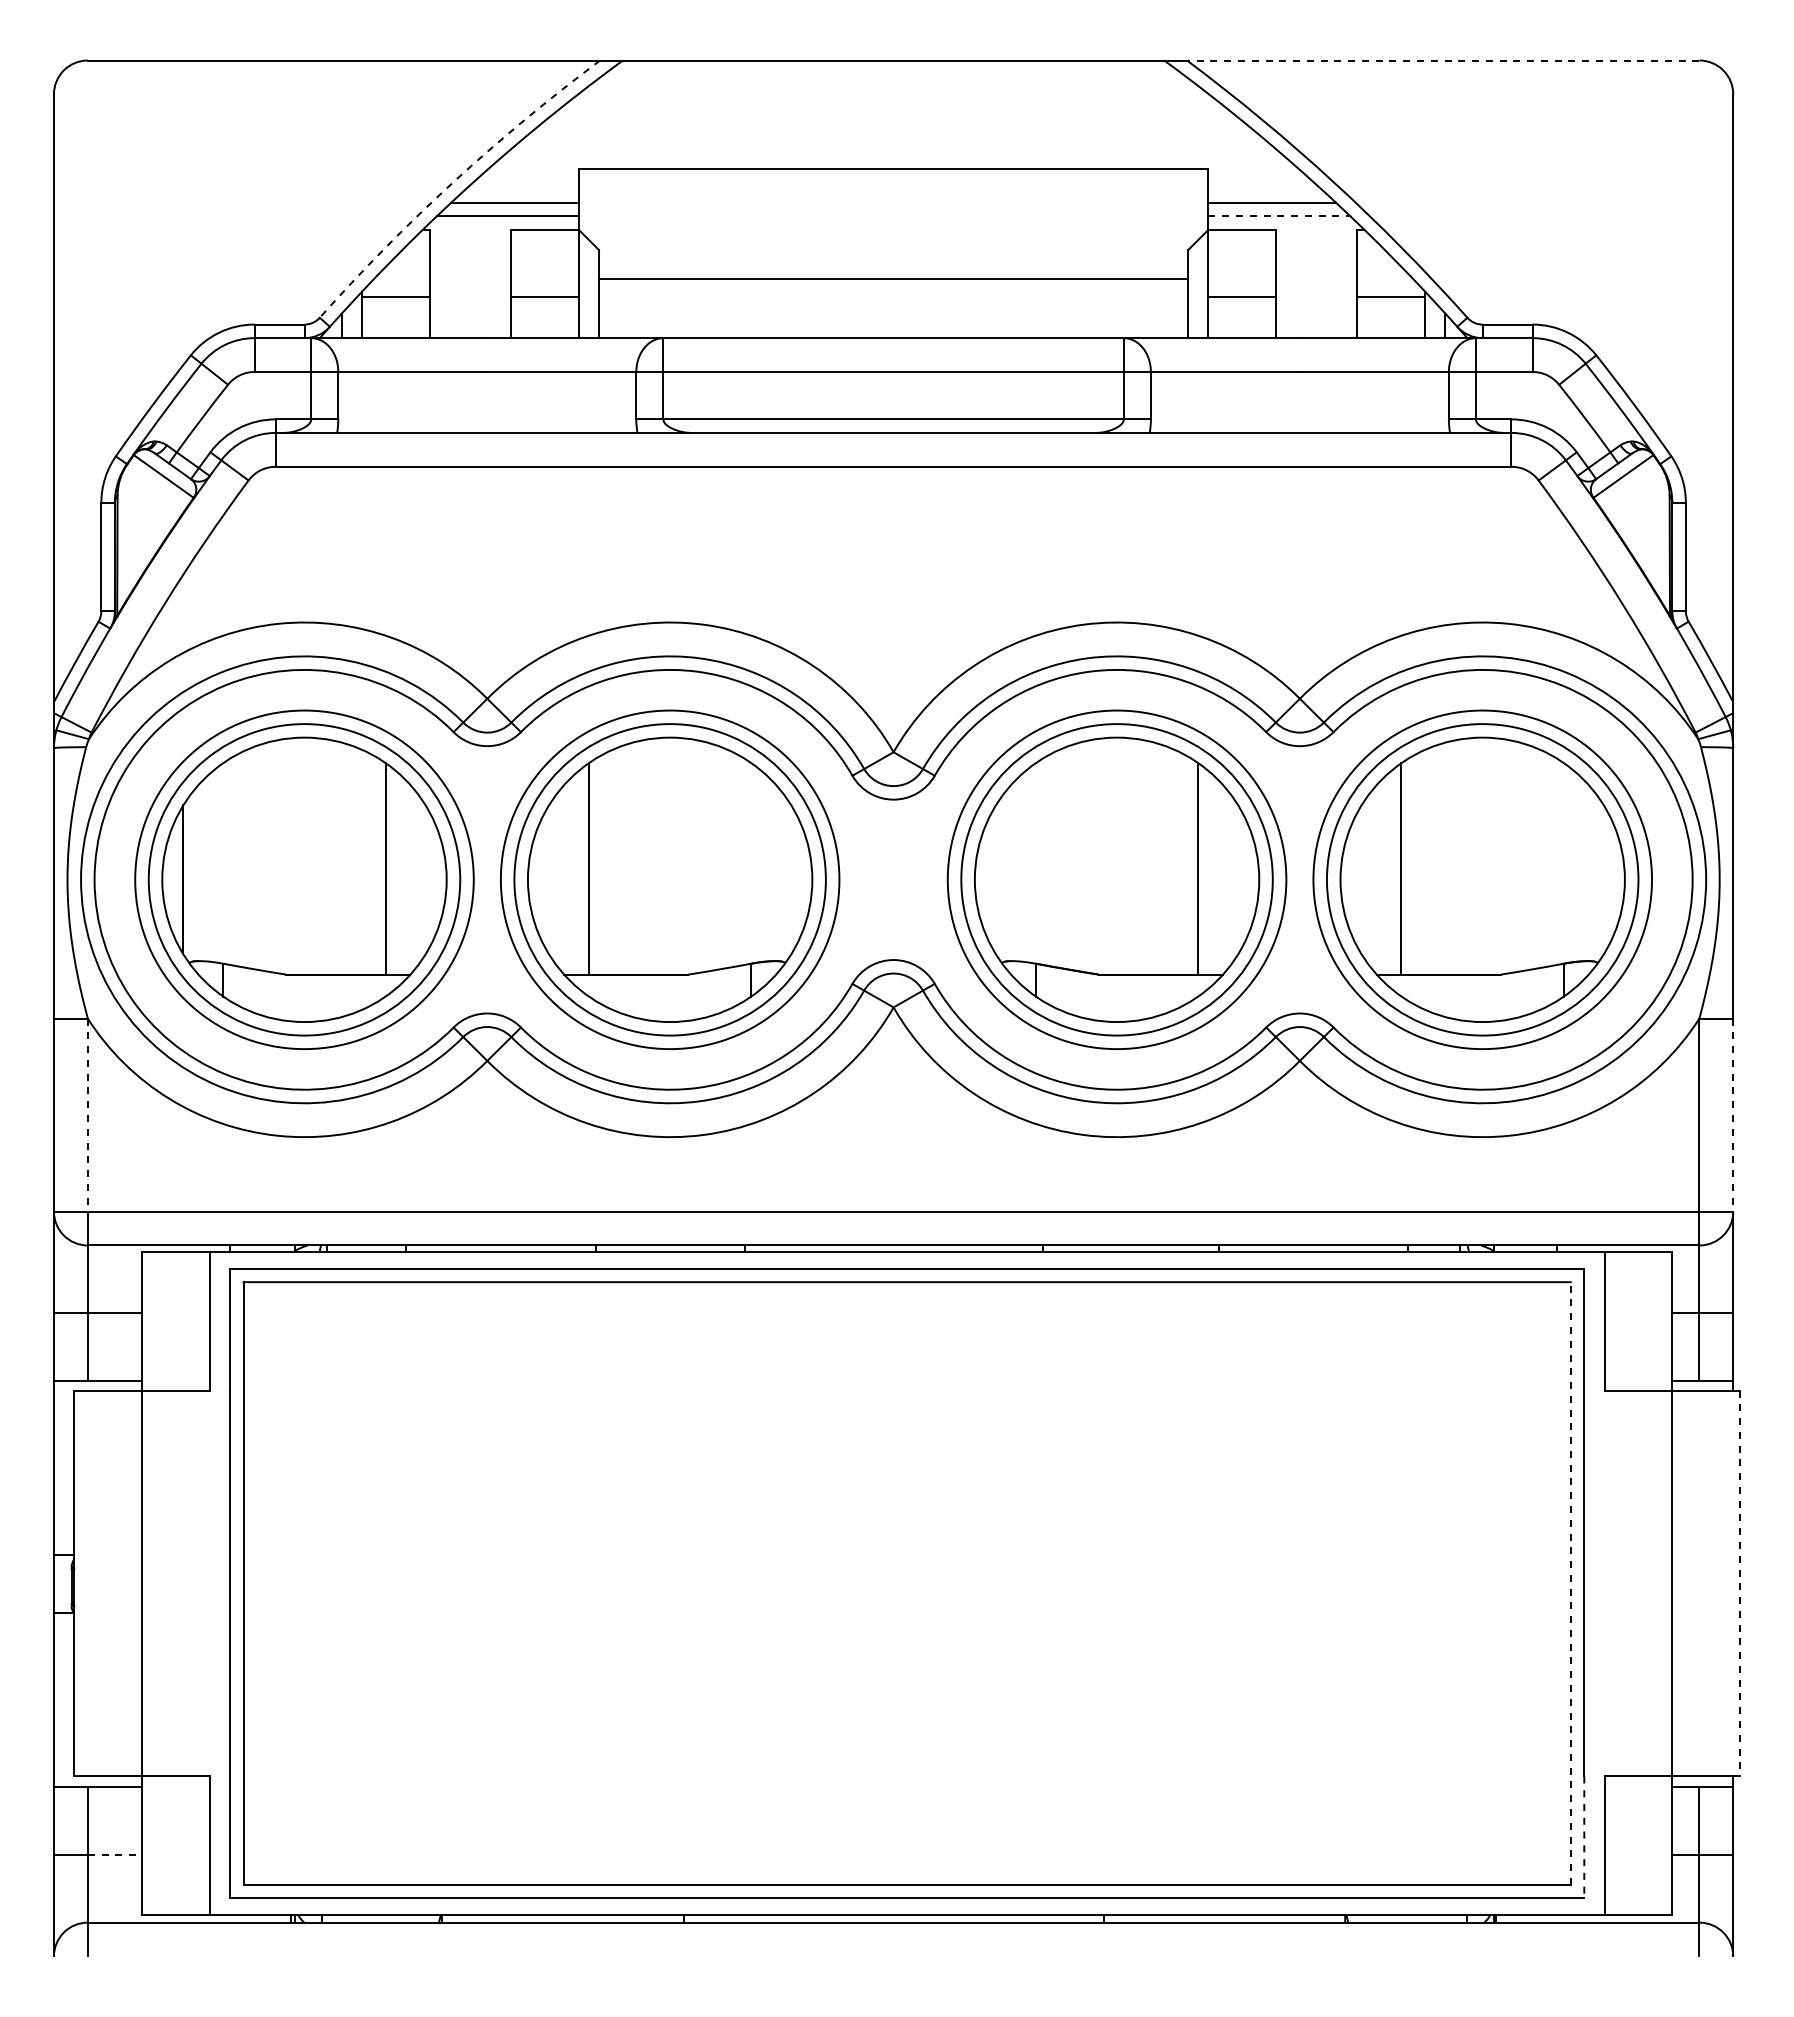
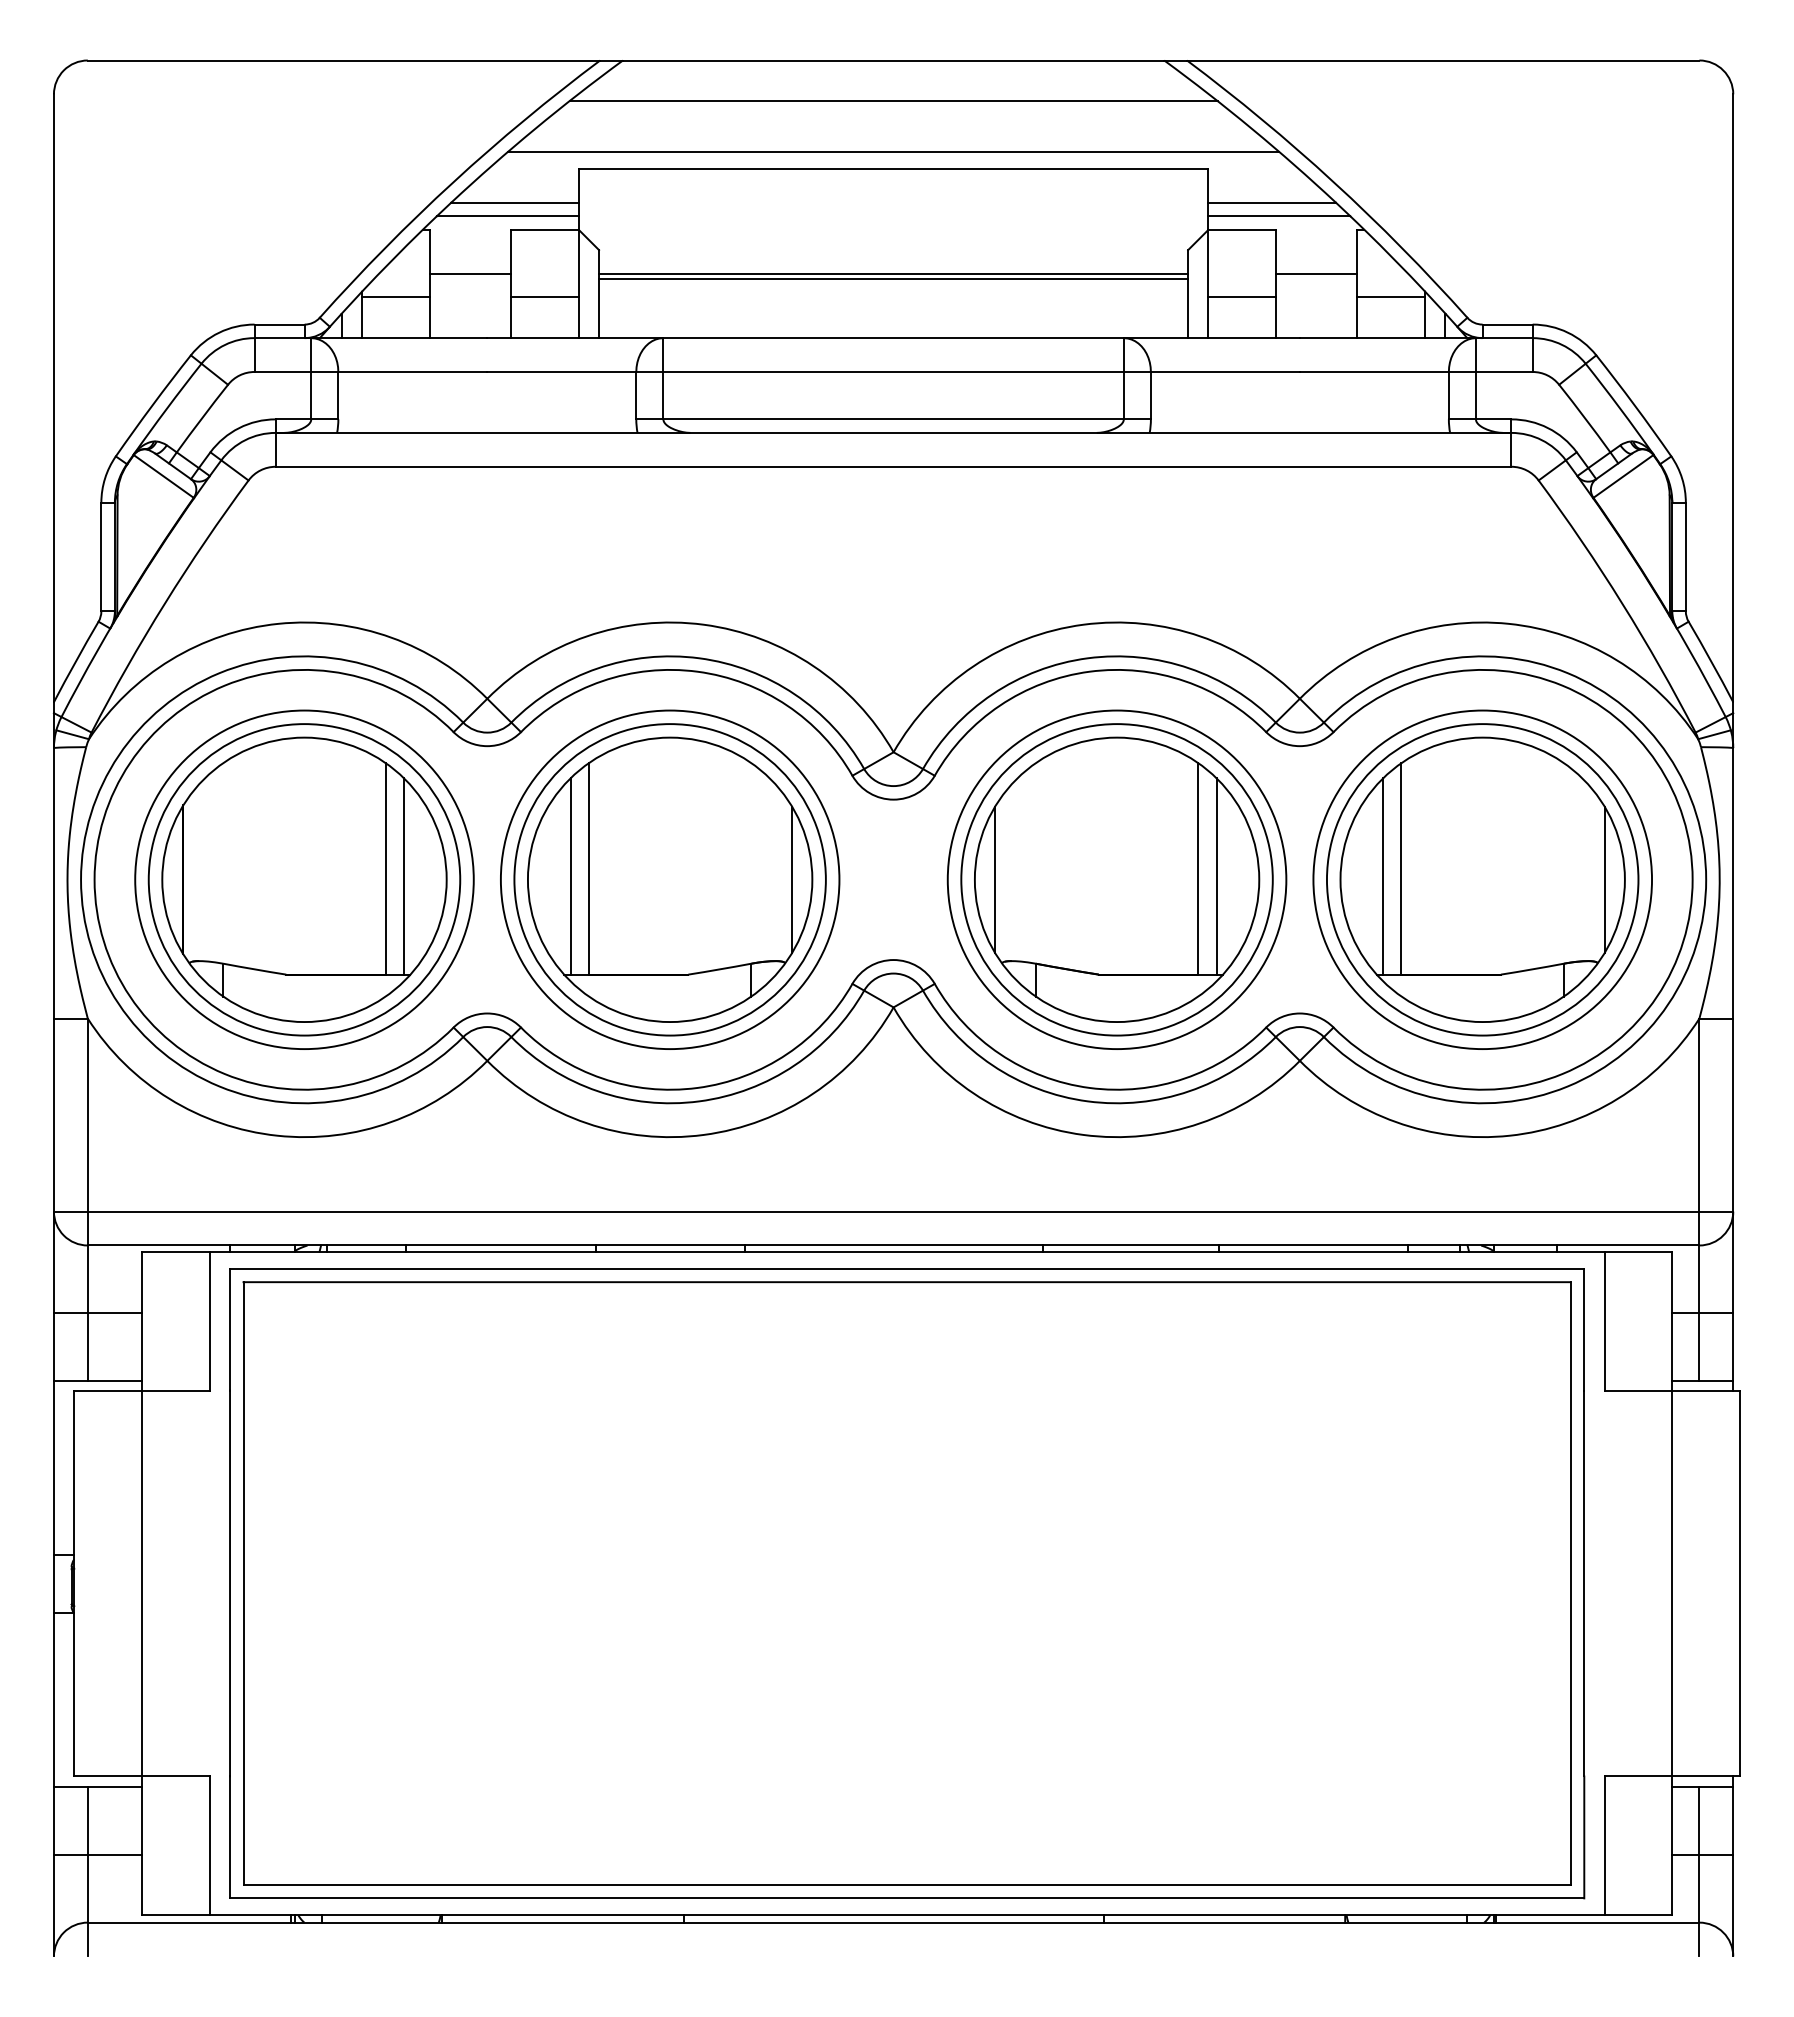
line at (1442, 60): dashed -> solid
line at (893, 101): none -> present
line at (893, 151): none -> present
arc at (453, 182): dashed -> solid
line at (1279, 216): dashed -> solid
line at (470, 274): none -> present
line at (893, 274): none -> present
line at (1316, 274): none -> present
line at (404, 876): none -> present
line at (570, 876): none -> present
line at (1216, 876): none -> present
line at (1383, 876): none -> present
line at (792, 879): none -> present
line at (995, 879): none -> present
line at (1604, 879): none -> present
line at (87, 1115): dashed -> solid
line at (1733, 1115): dashed -> solid
line at (1570, 1583): dashed -> solid
line at (1740, 1583): dashed -> solid
line at (1584, 1837): dashed -> solid
line at (115, 1854): dashed -> solid
